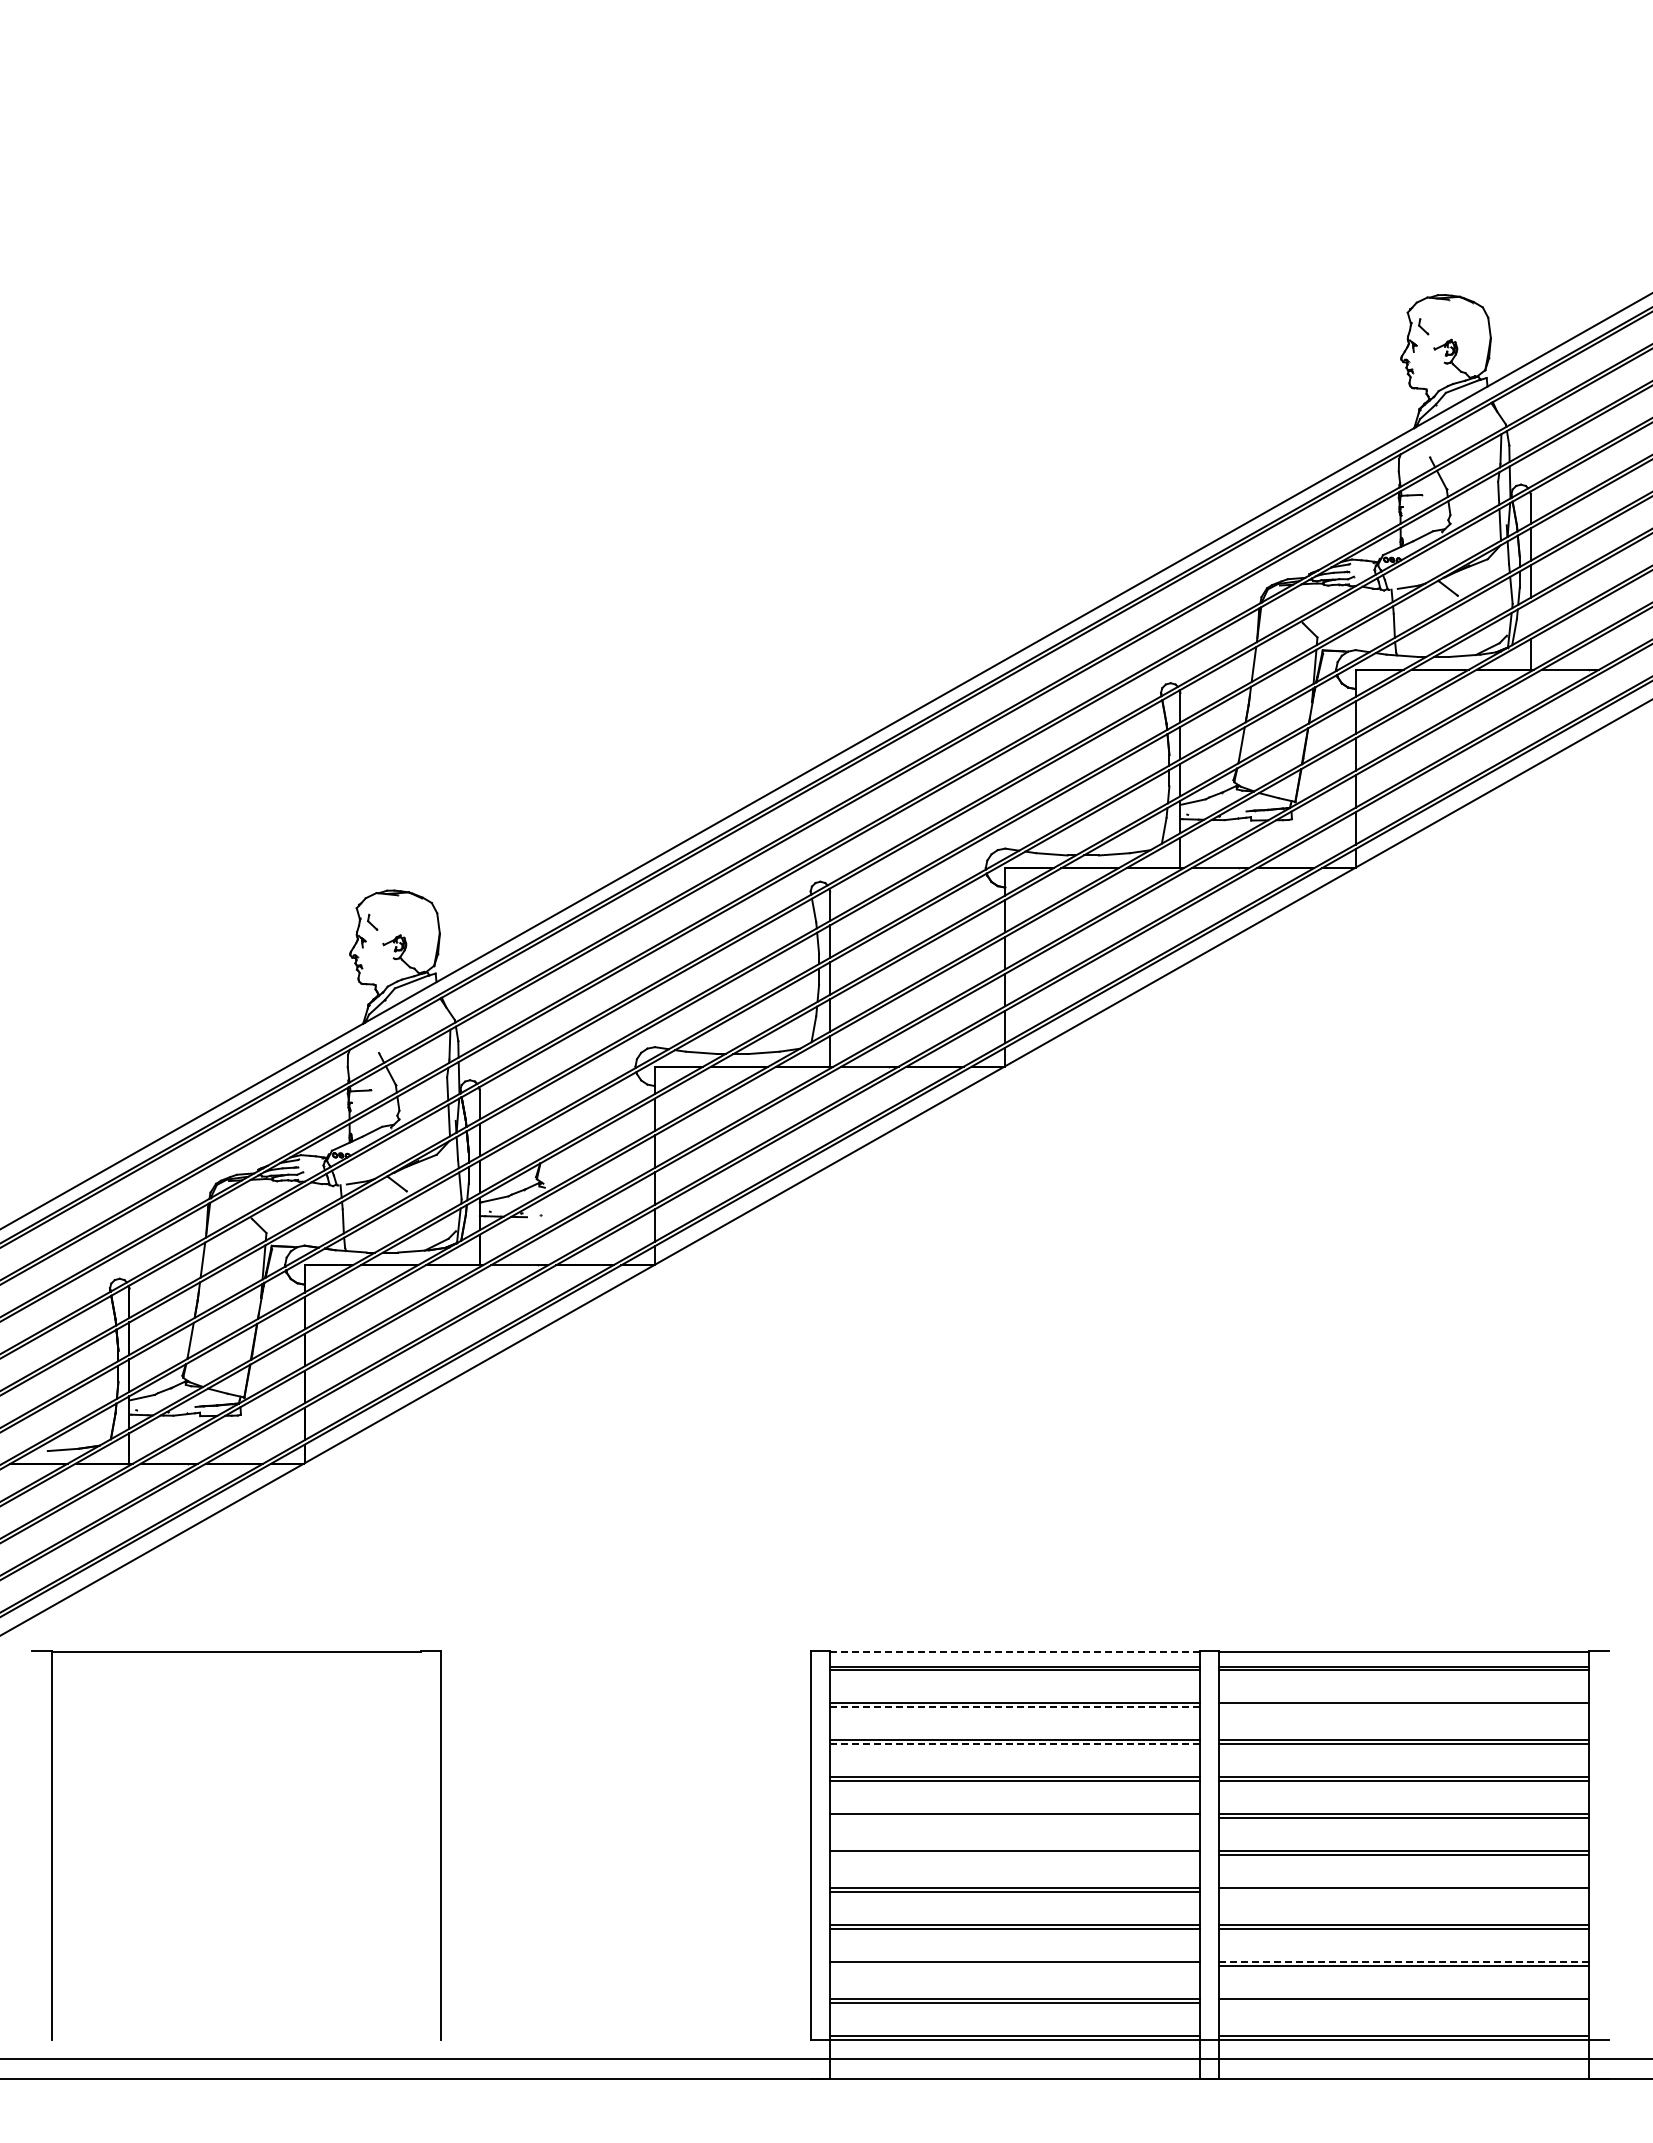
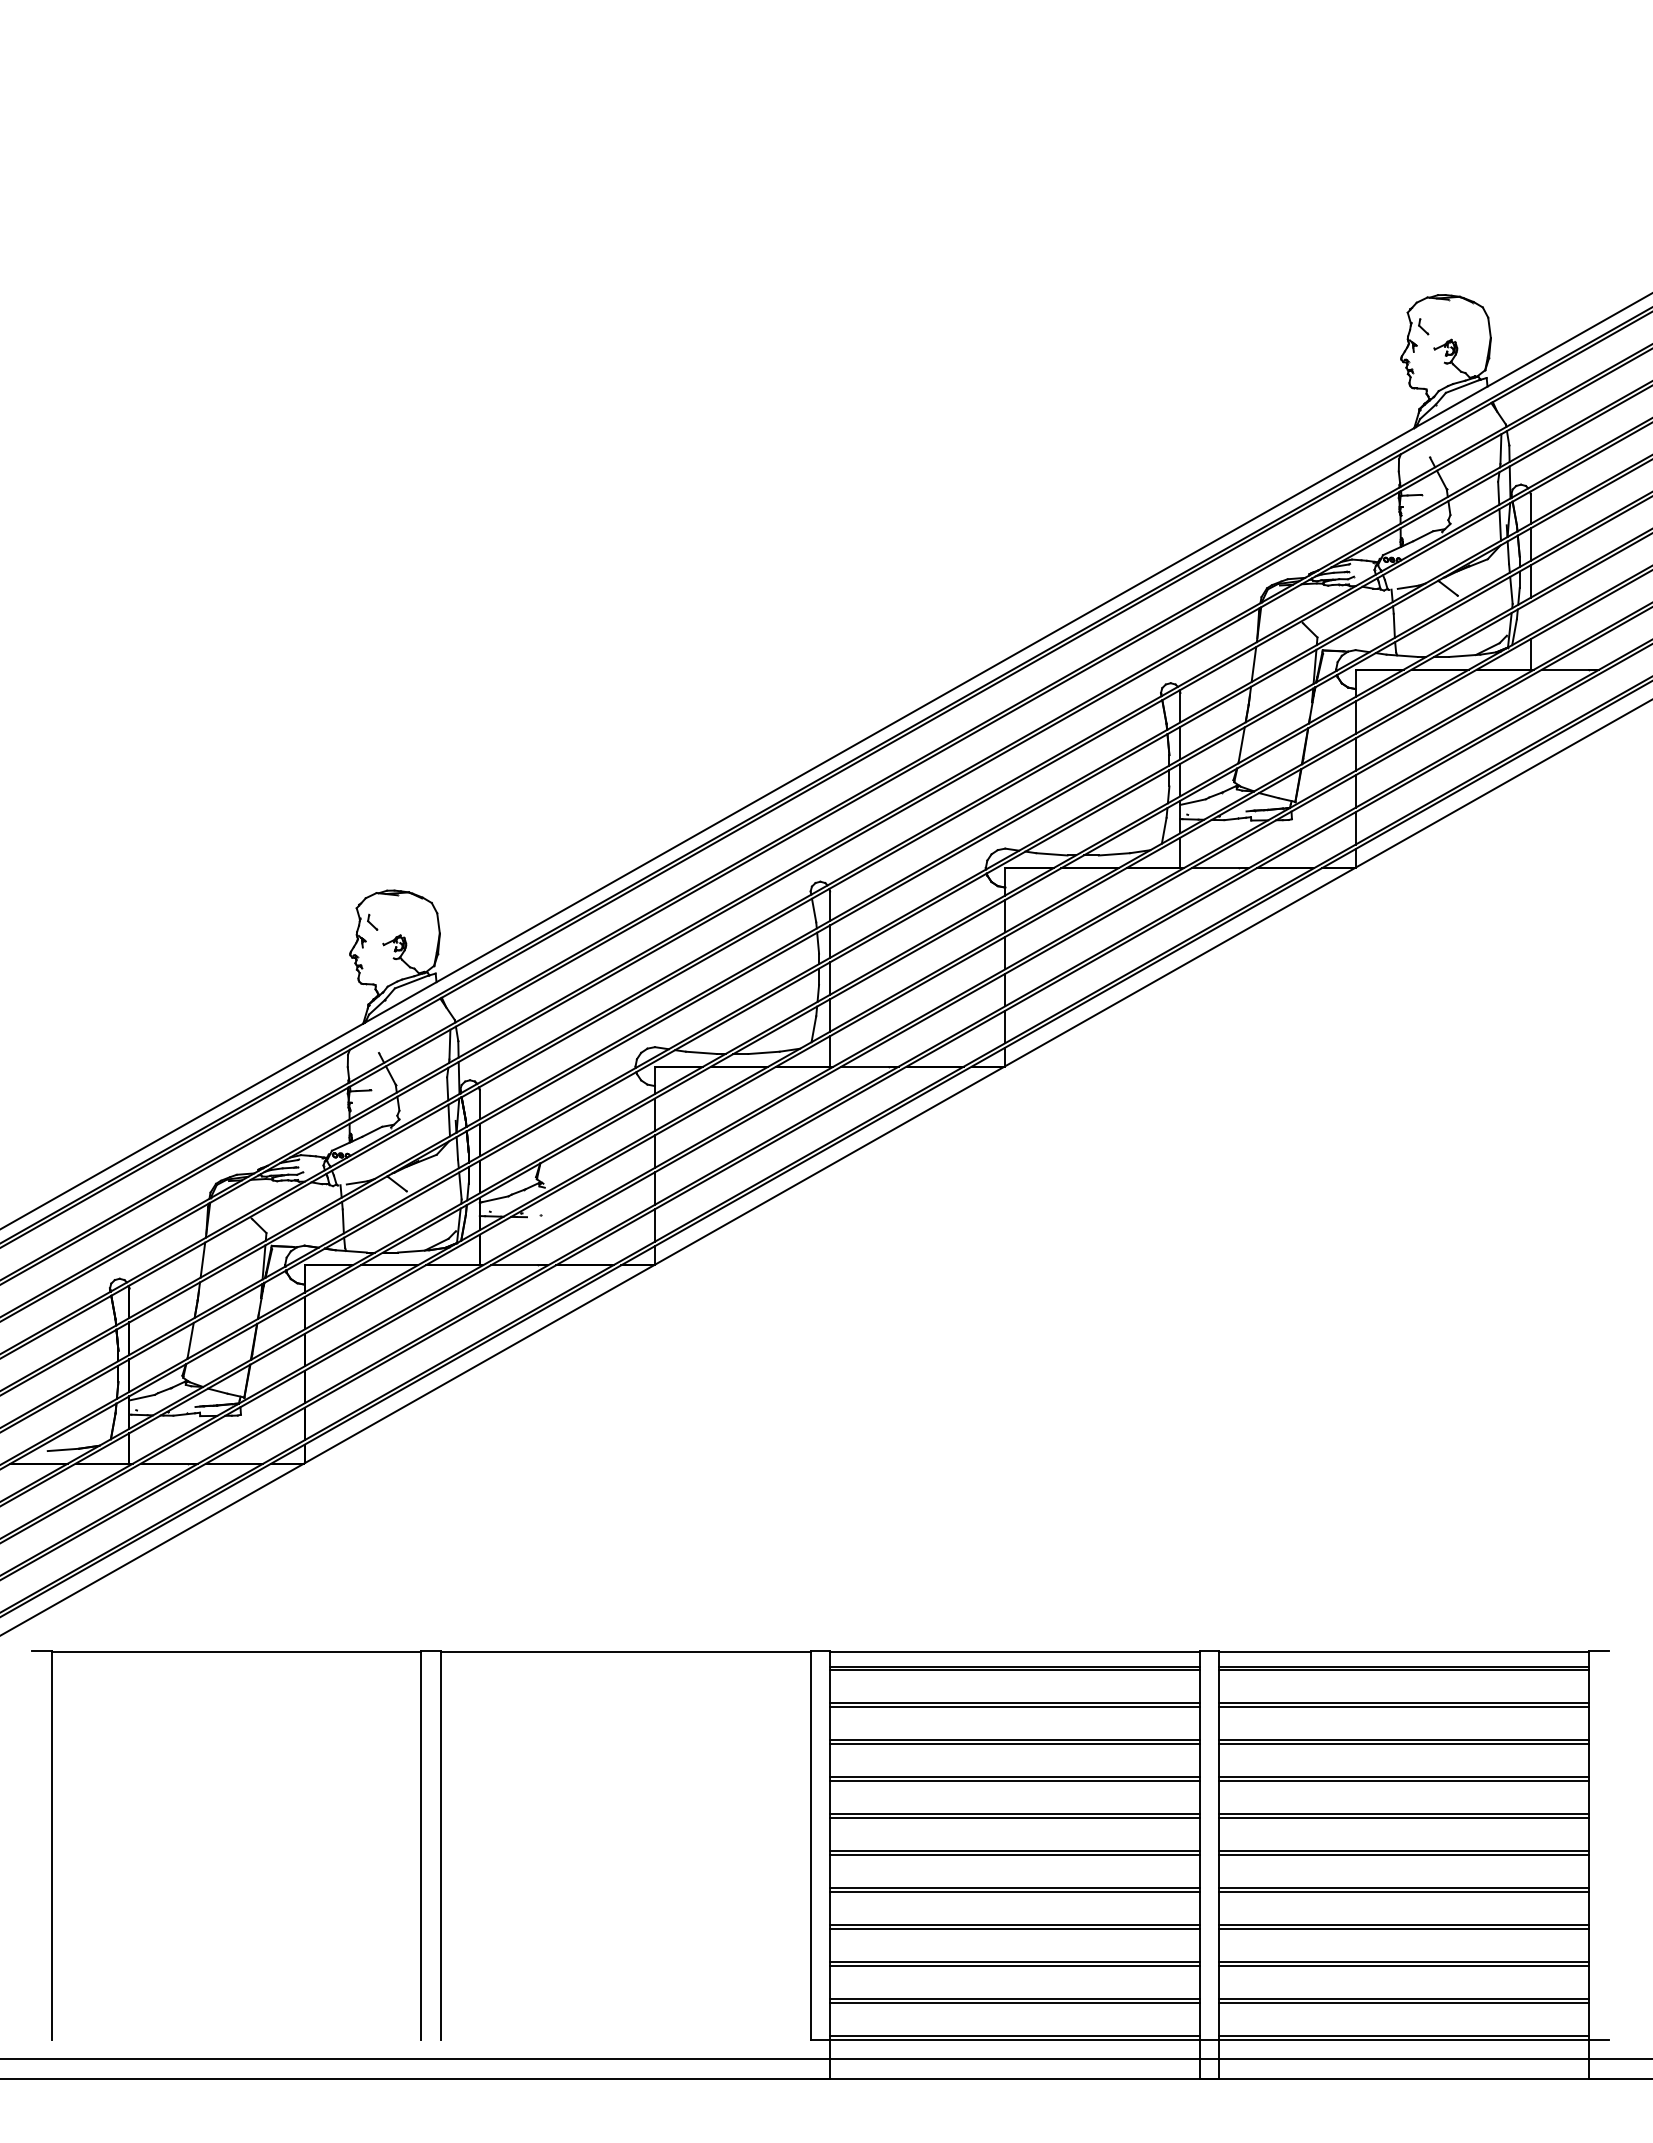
line at (625, 1652): none -> present
line at (1015, 1652): dashed -> solid
line at (1015, 1707): dashed -> solid
line at (1404, 1707): none -> present
line at (1015, 1744): dashed -> solid
line at (1014, 1818): none -> present
line at (421, 1844): none -> present
line at (1014, 1855): none -> present
line at (1404, 1891): none -> present
line at (1404, 1961): dashed -> solid
line at (1014, 1965): none -> present
line at (1404, 2002): none -> present
